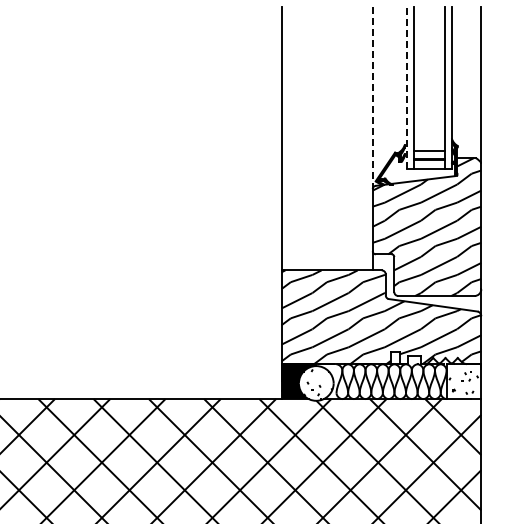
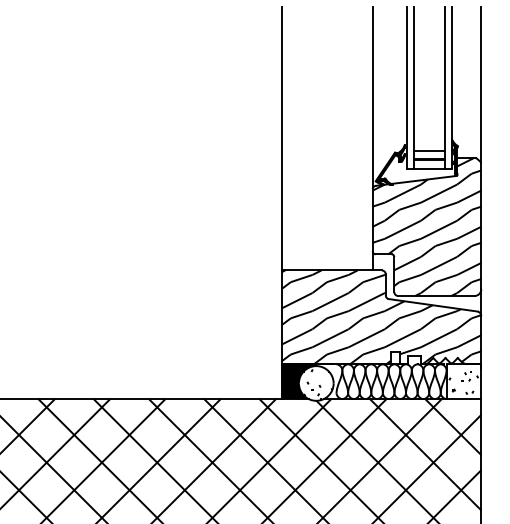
line at (406, 88): dashed -> solid
line at (372, 98): dashed -> solid
